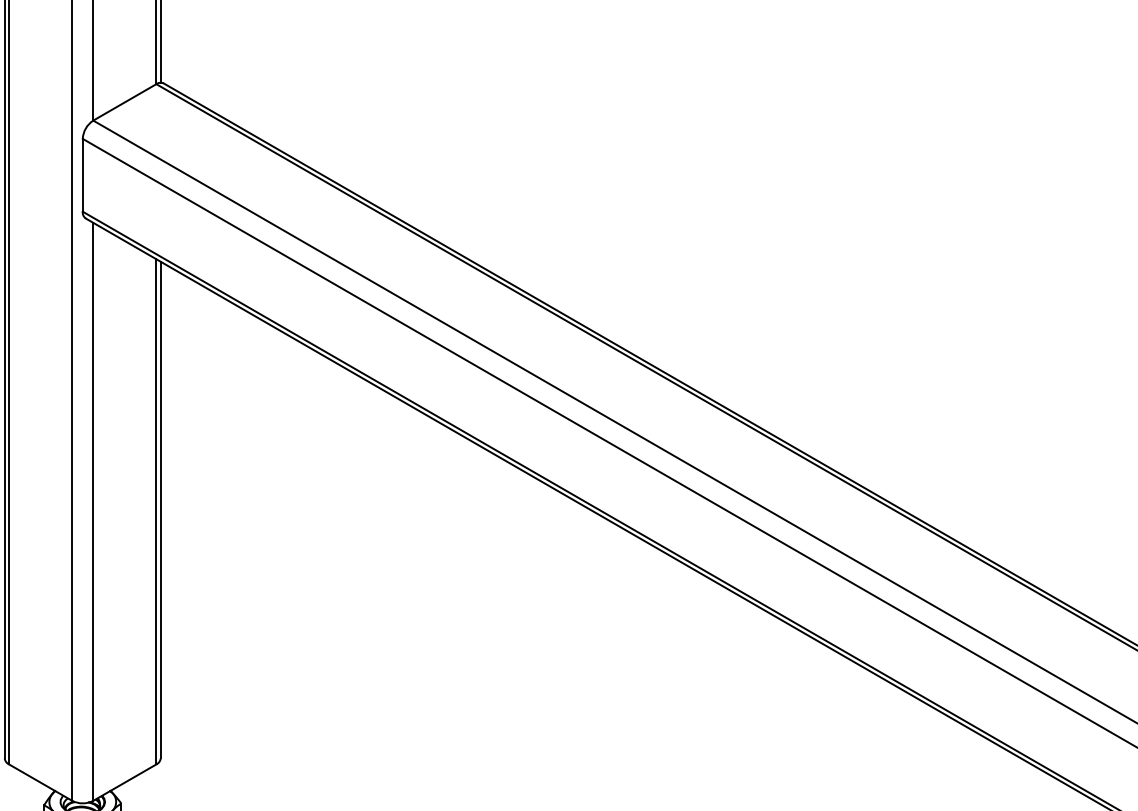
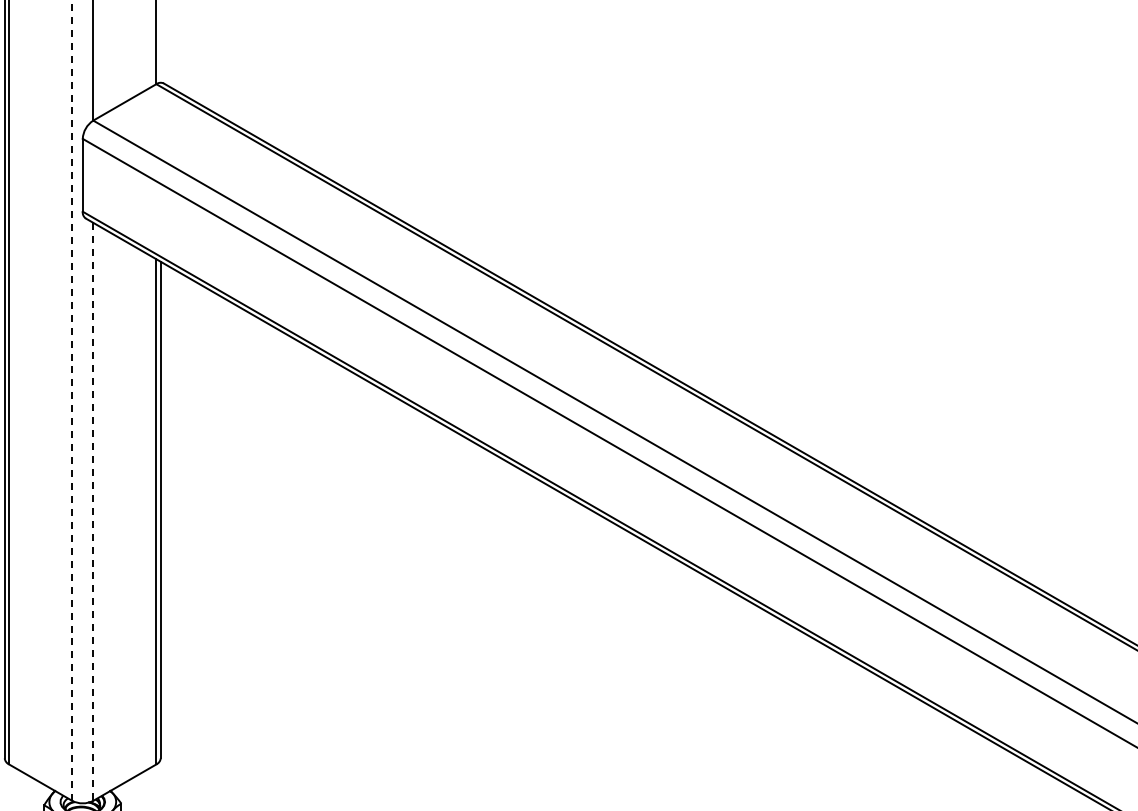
line at (160, 42): present -> none
line at (72, 399): solid -> dashed
line at (93, 512): solid -> dashed
